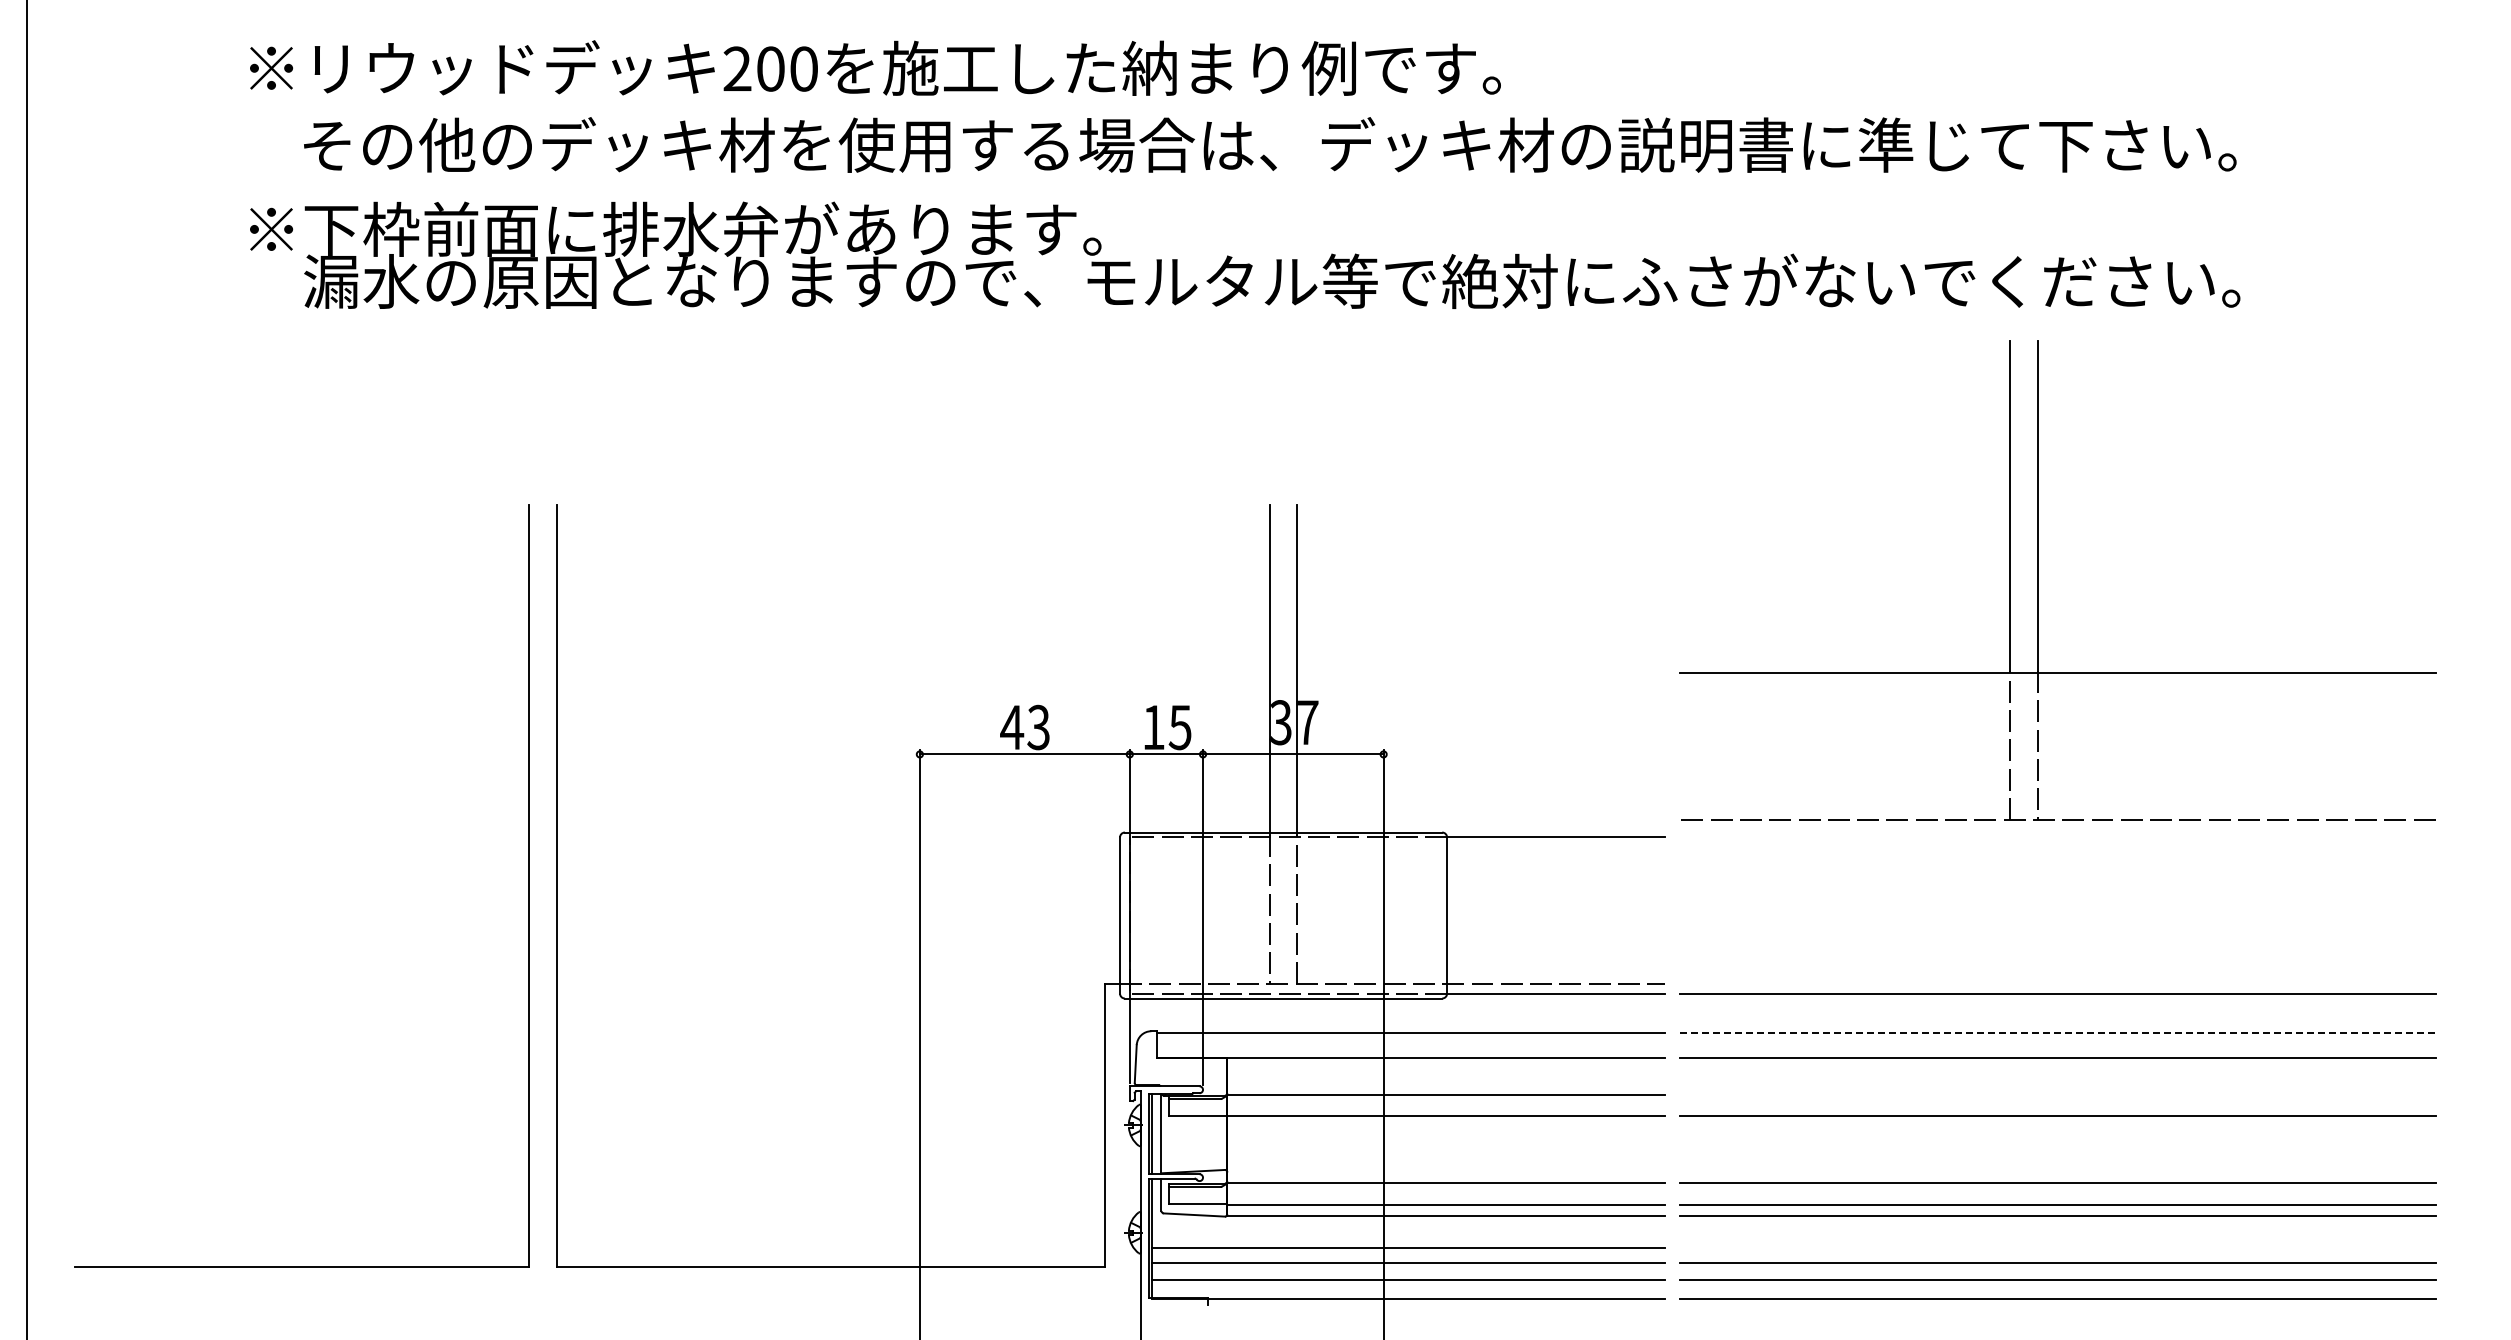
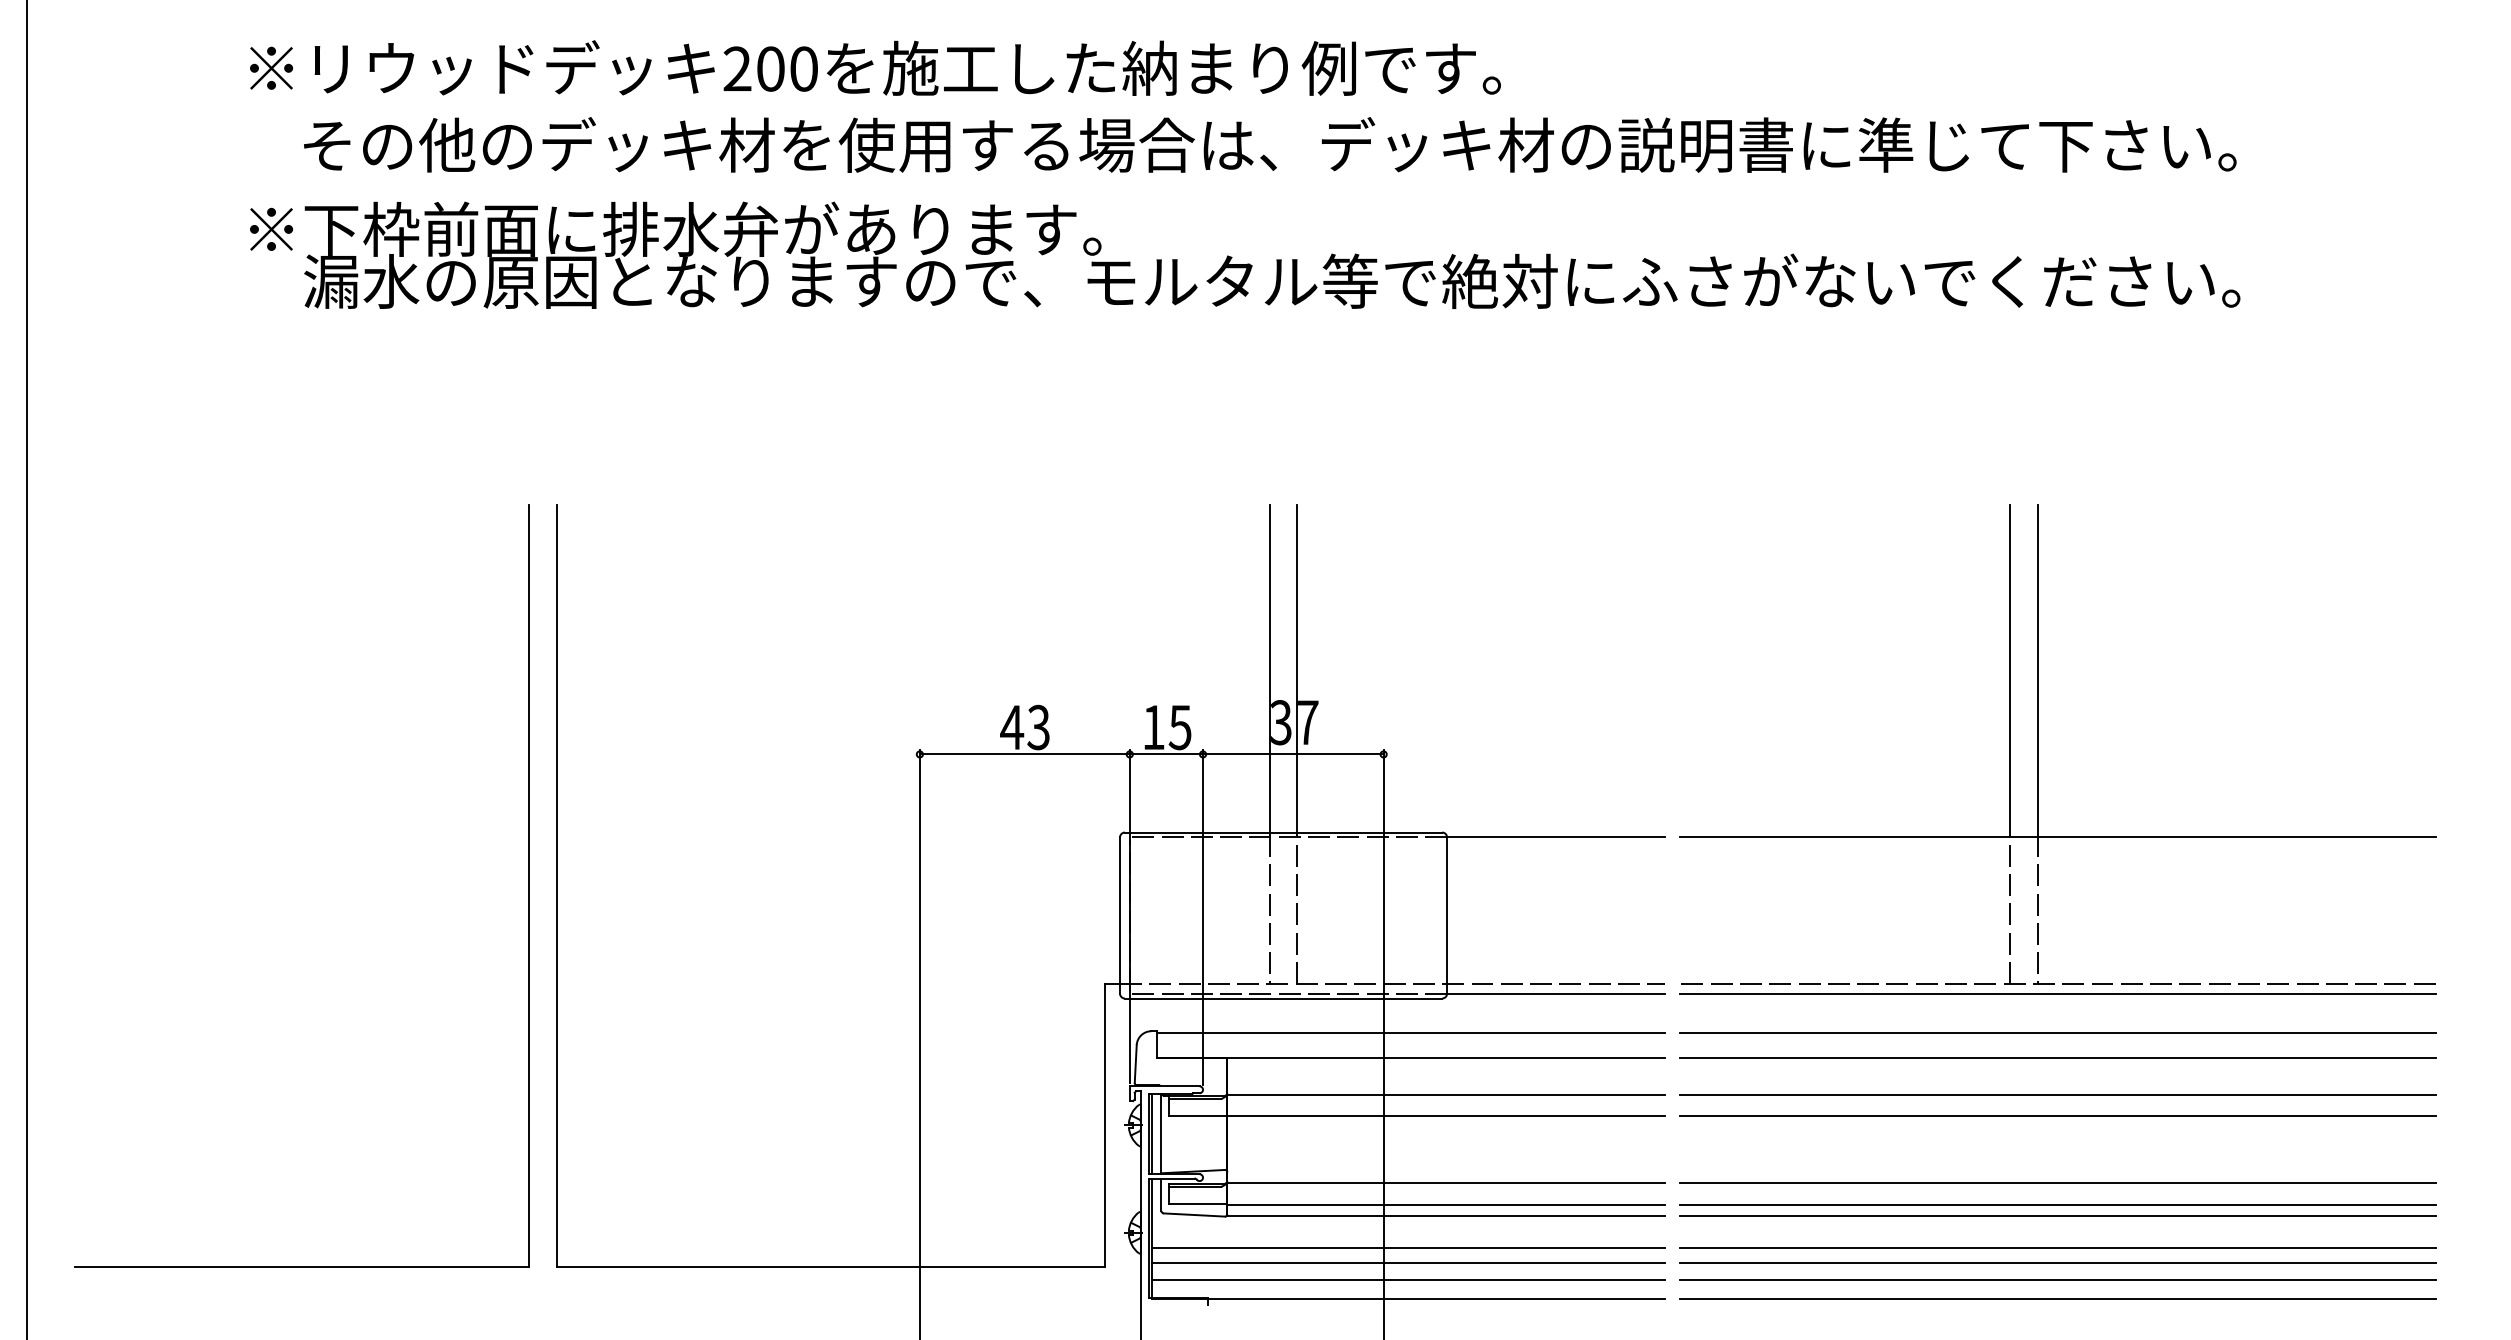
part at (2038, 580) position: (2038, 580) -> (2038, 744)
line at (2058, 1032): dashed -> solid
line at (2057, 1094): none -> present
line at (2057, 1248): none -> present
